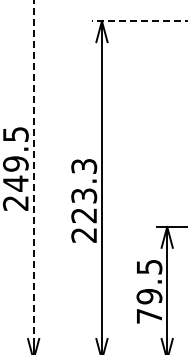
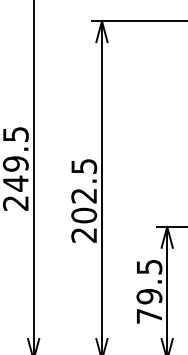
line at (139, 21): dashed -> solid
line at (33, 170): dashed -> solid
text at (84, 191): 223.3 -> 202.5
